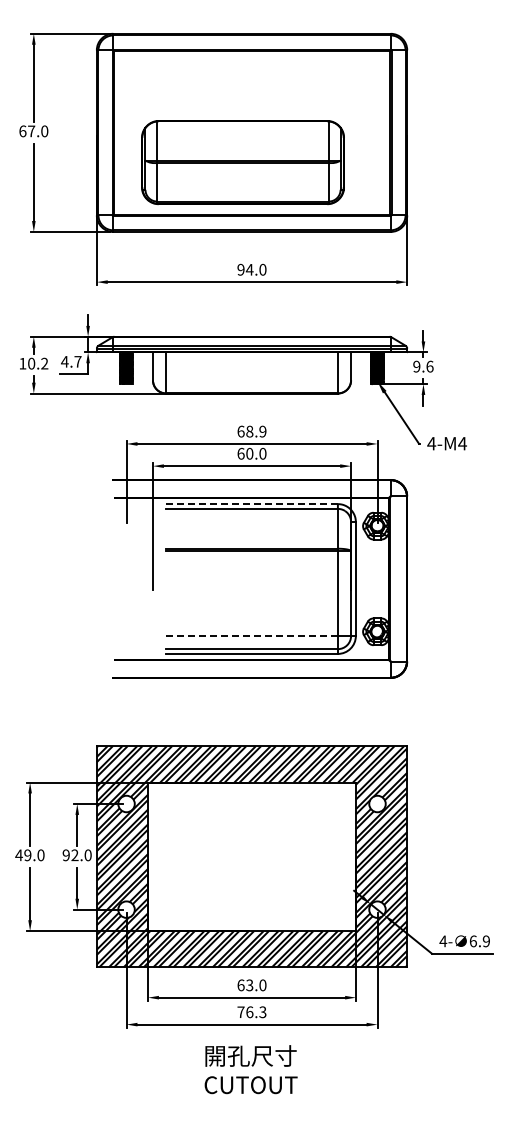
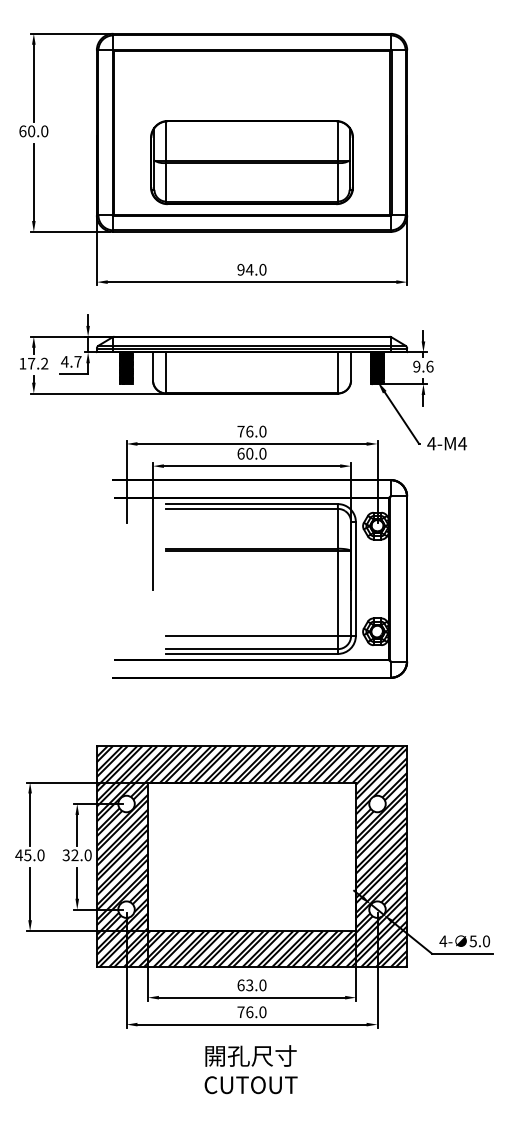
text at (31, 131): 67.0 -> 60.0
part at (242, 162) position: (242, 162) -> (251, 162)
text at (31, 363): 10.2 -> 17.2
text at (251, 431): 68.9 -> 76.0
line at (252, 504): dashed -> solid
line at (252, 635): dashed -> solid
text at (65, 854): 92.0 -> 32.0
text at (27, 855): 49.0 -> 45.0
text at (479, 941): 6.9 -> 5.0
text at (262, 1012): 76.3 -> 76.0
